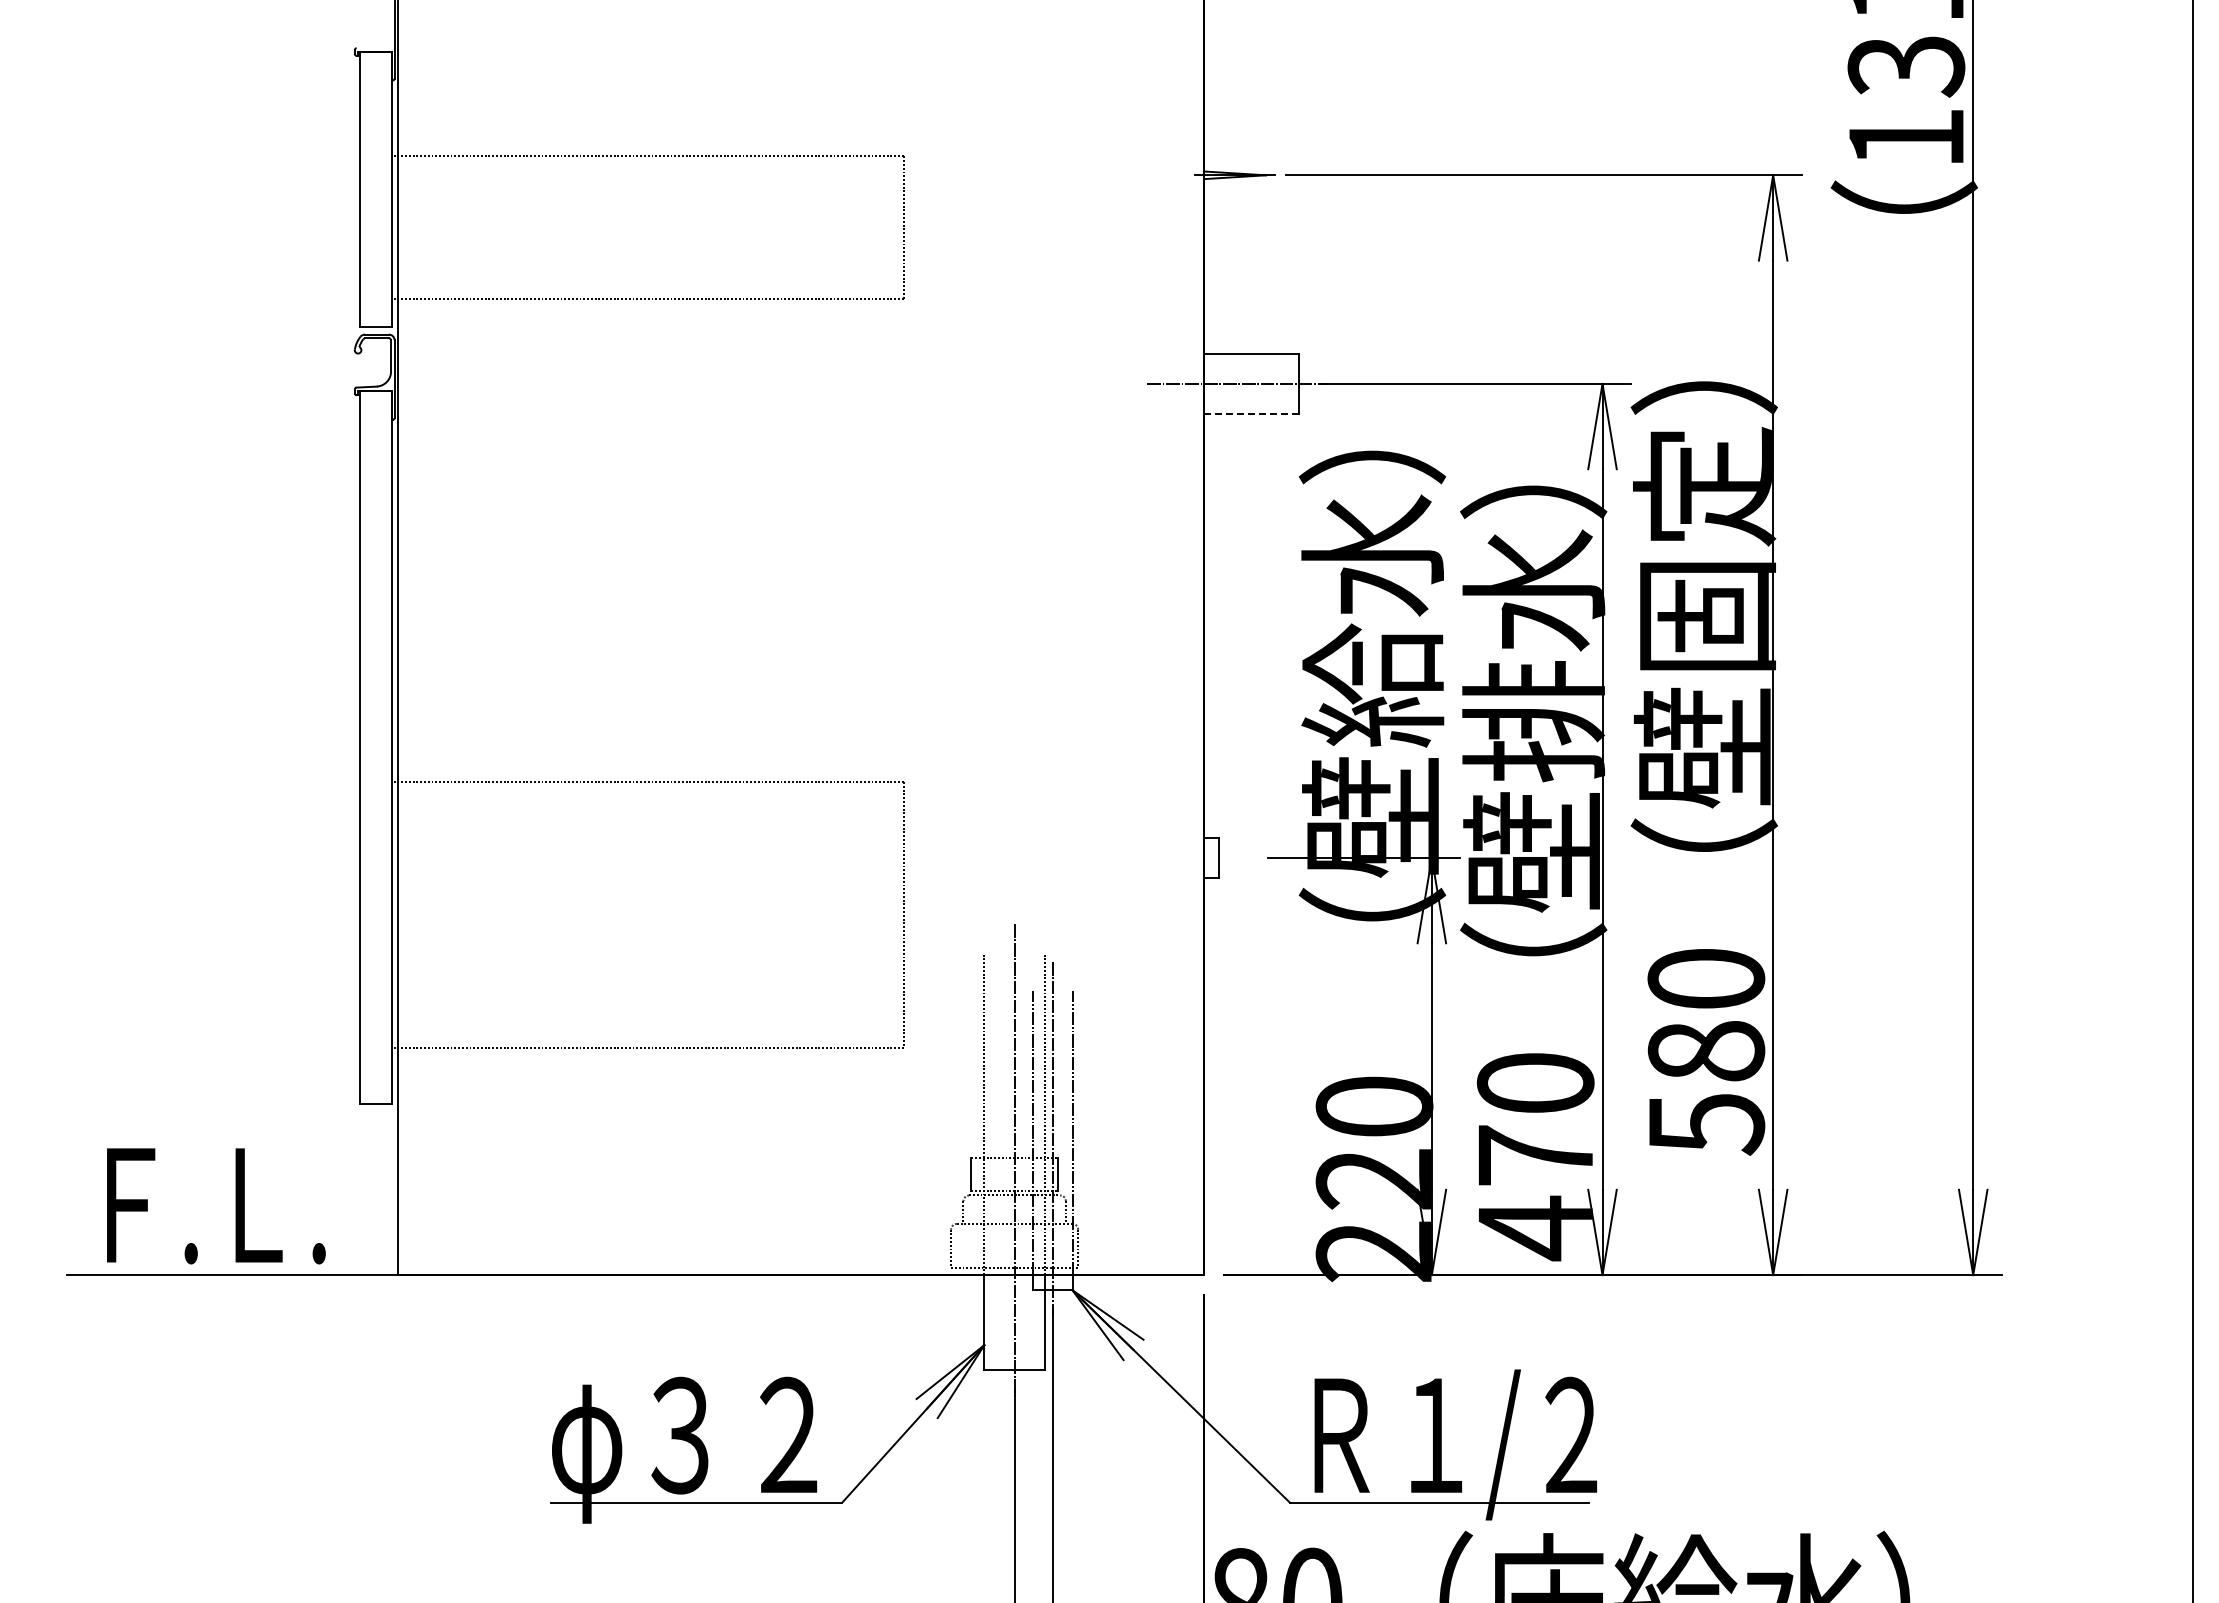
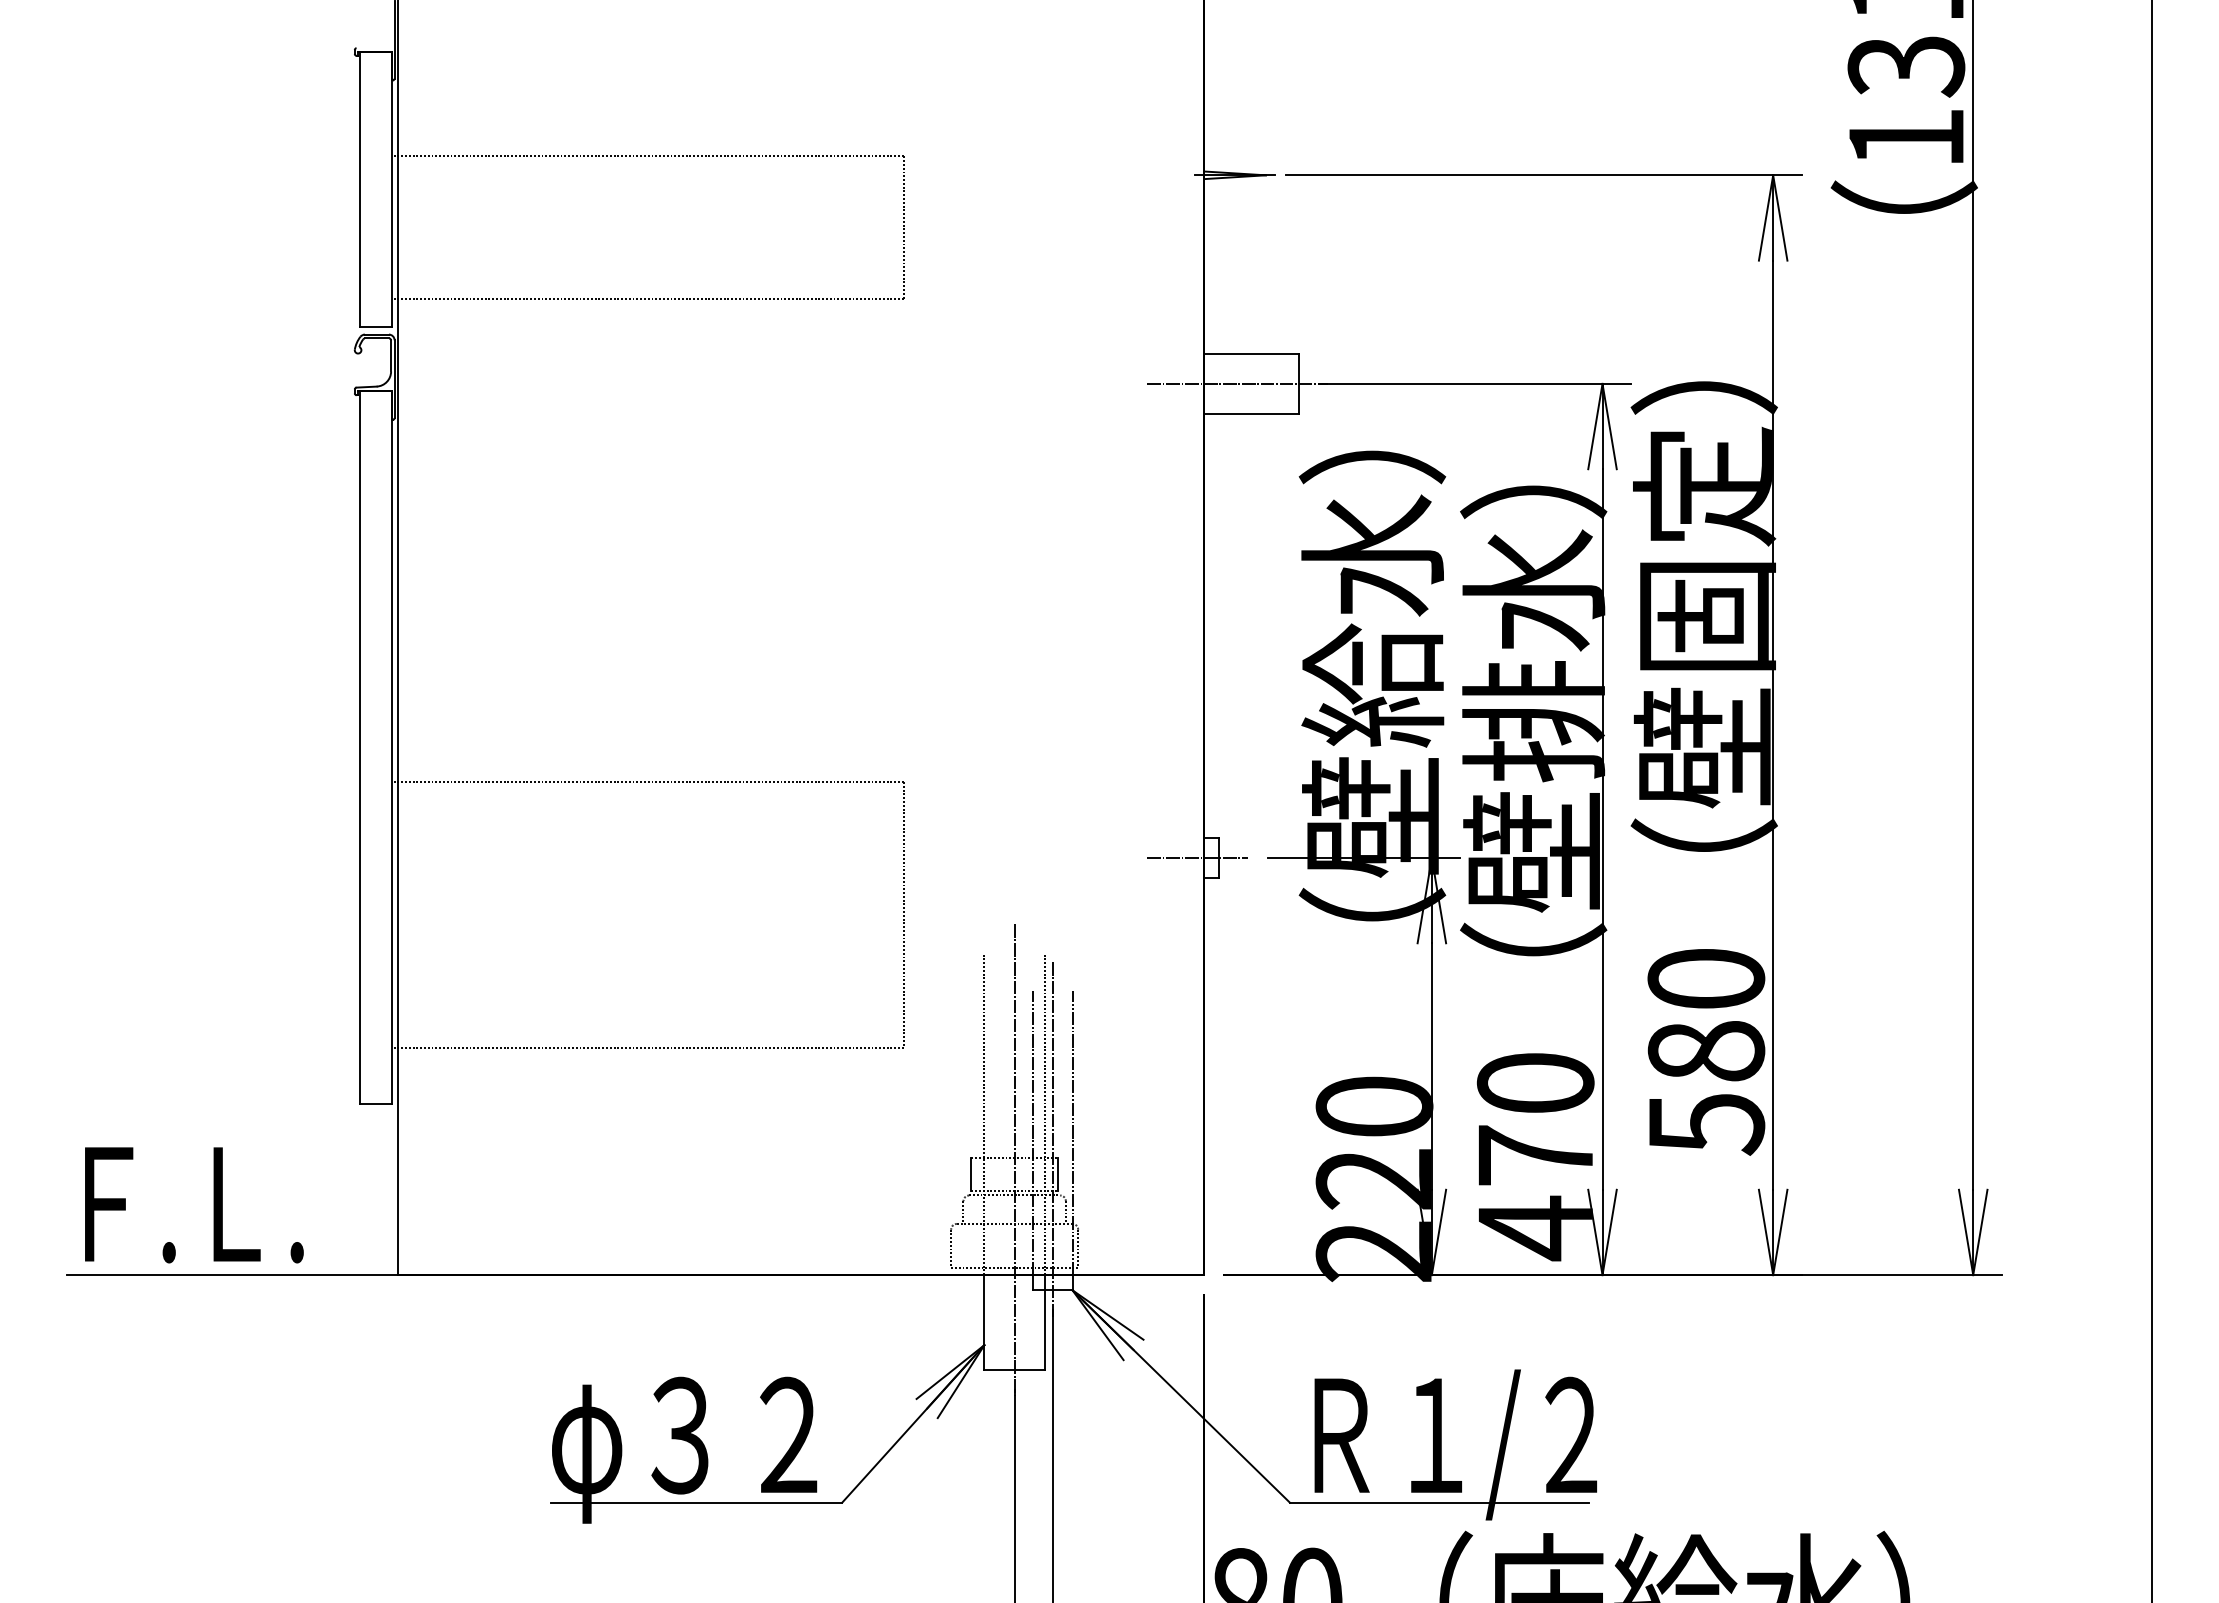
line at (1252, 414): dashed -> solid
line at (2193, 800) position: (2193, 800) -> (2152, 800)
line at (1197, 857): none -> present
text at (216, 1206) position: (216, 1206) -> (194, 1205)
